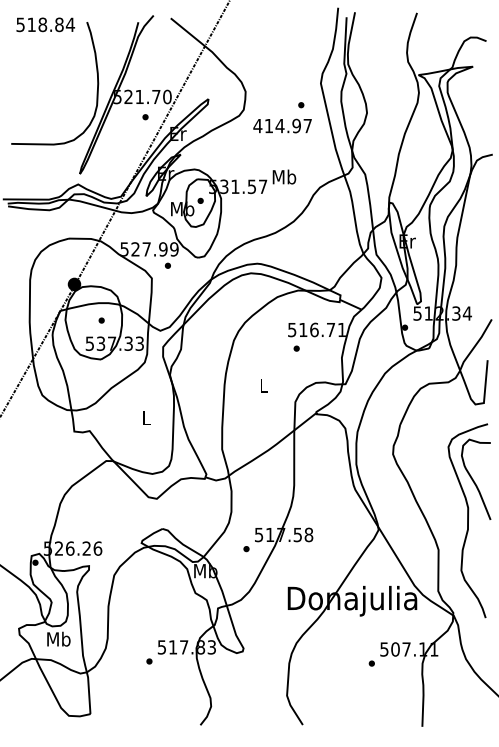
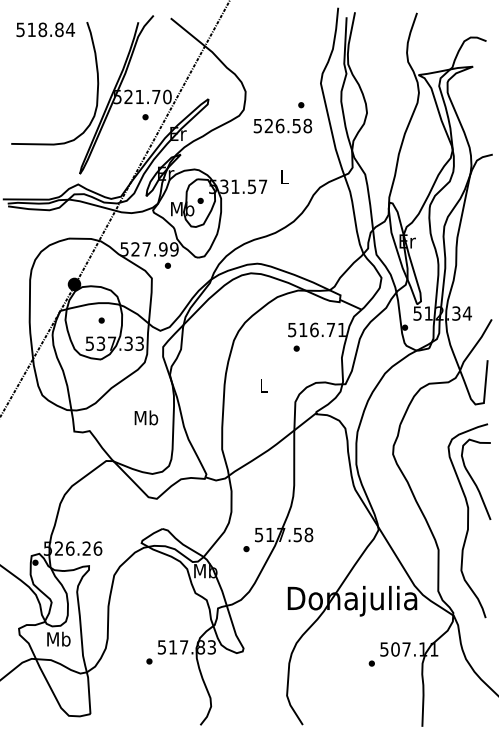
text at (45, 24) position: (45, 24) -> (45, 29)
text at (282, 125): 414.97 -> 526.58
text at (284, 176): Mb -> L
text at (146, 417): L -> Mb
